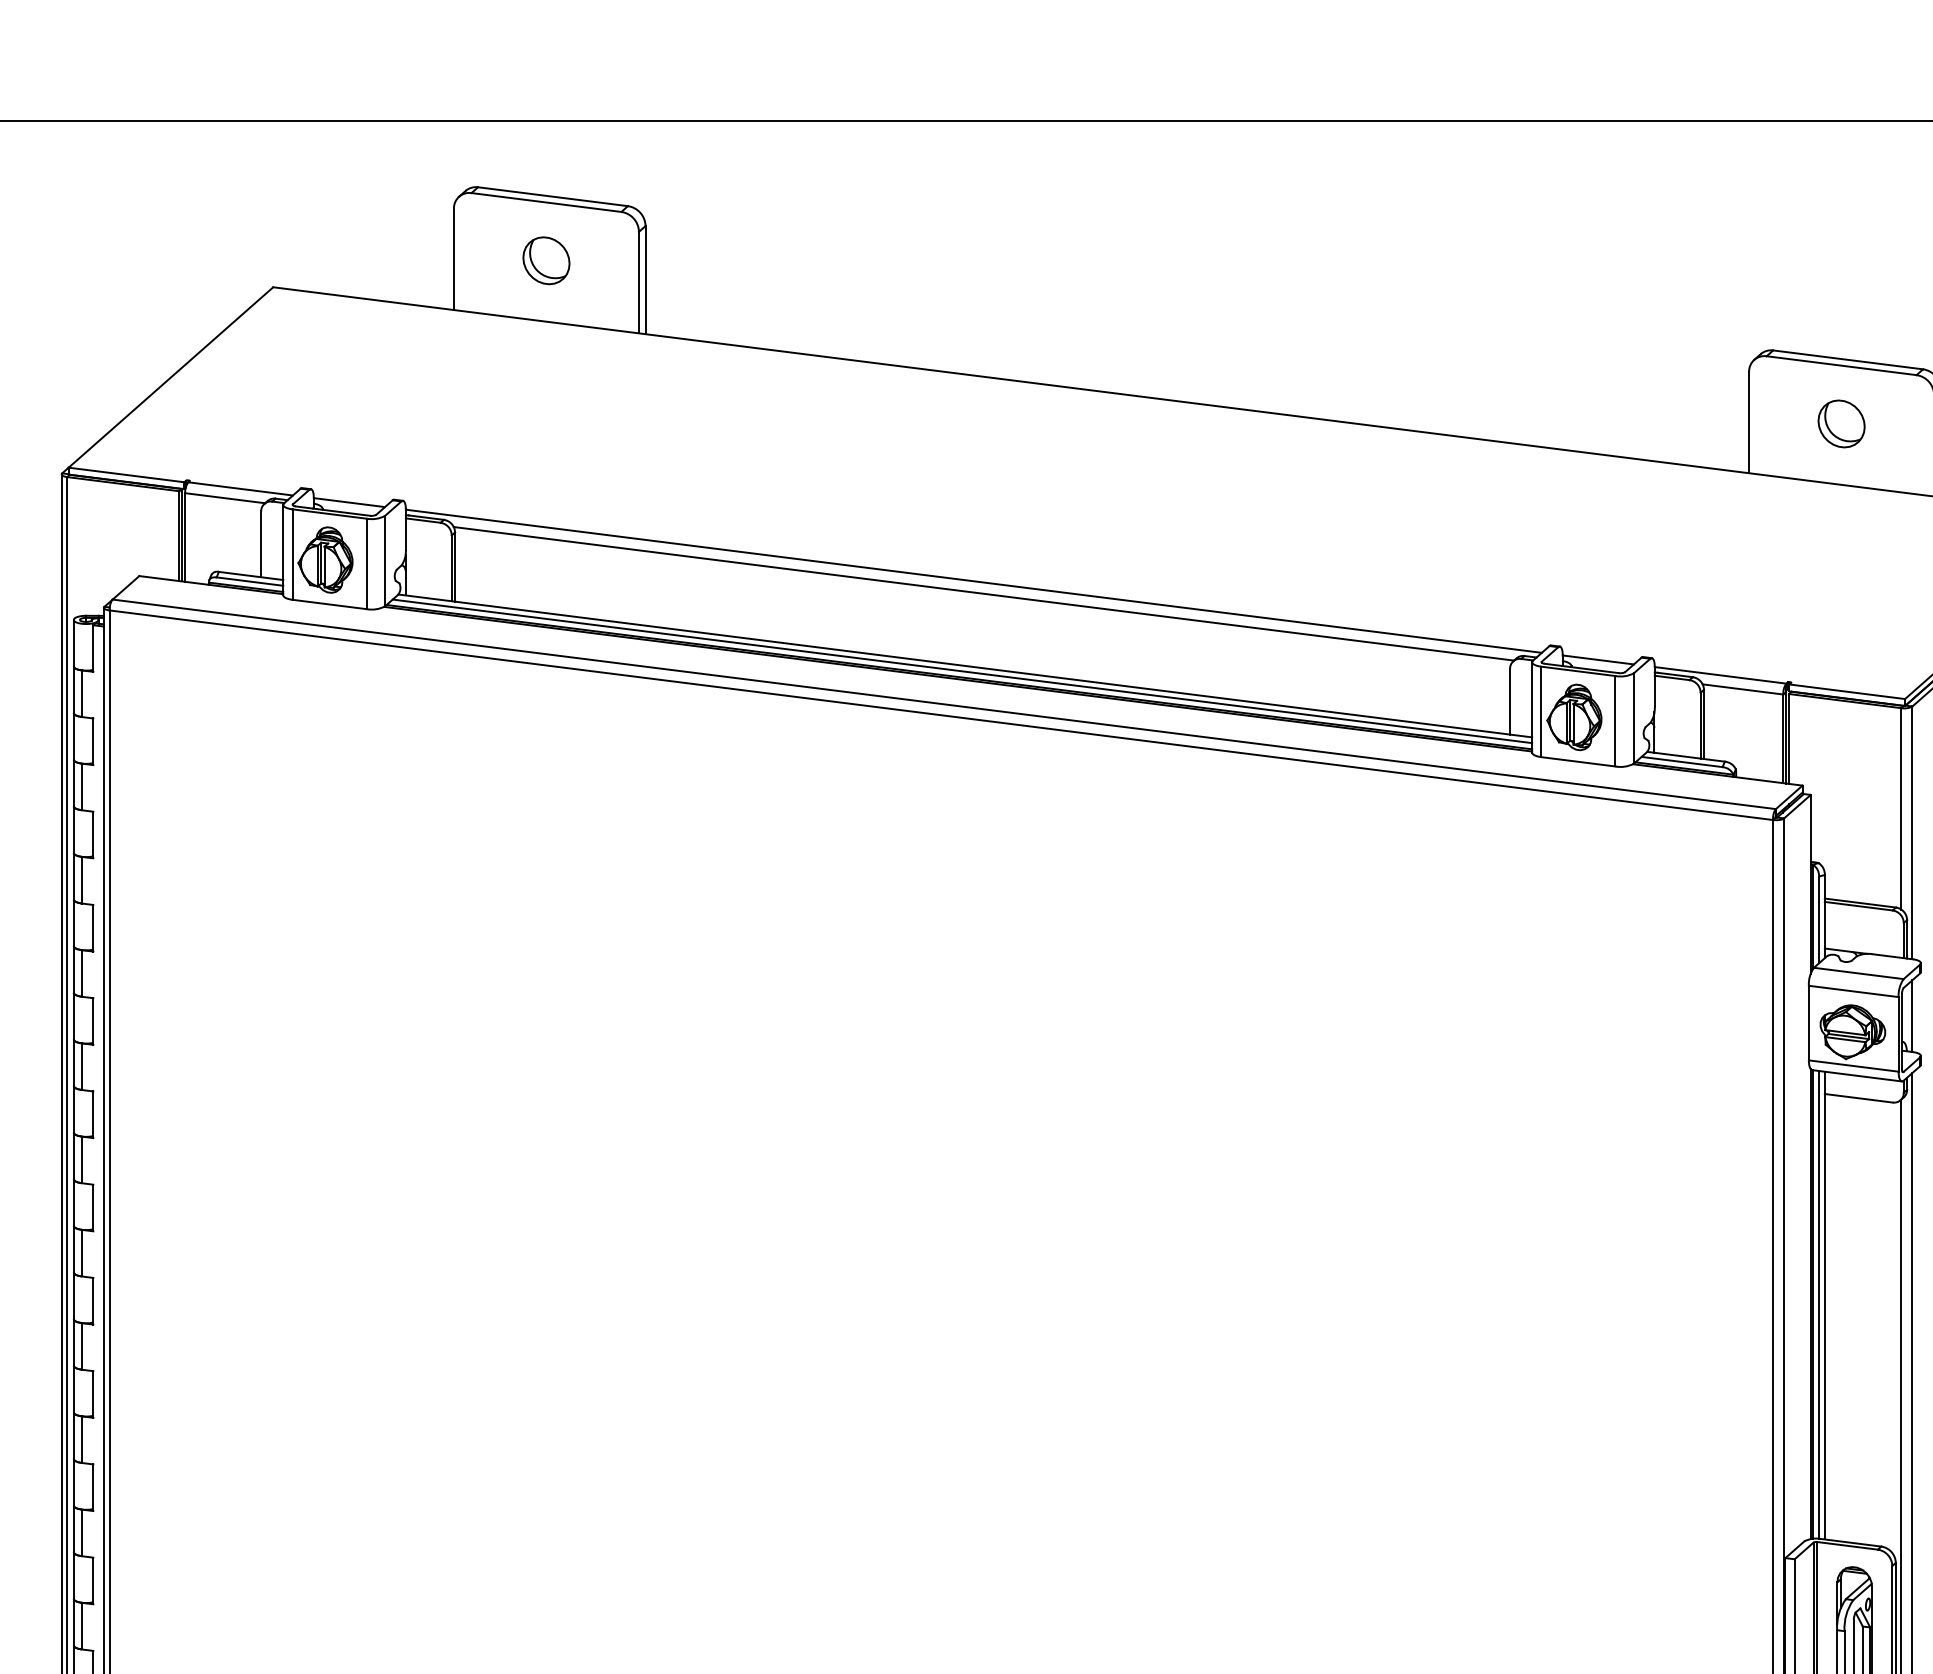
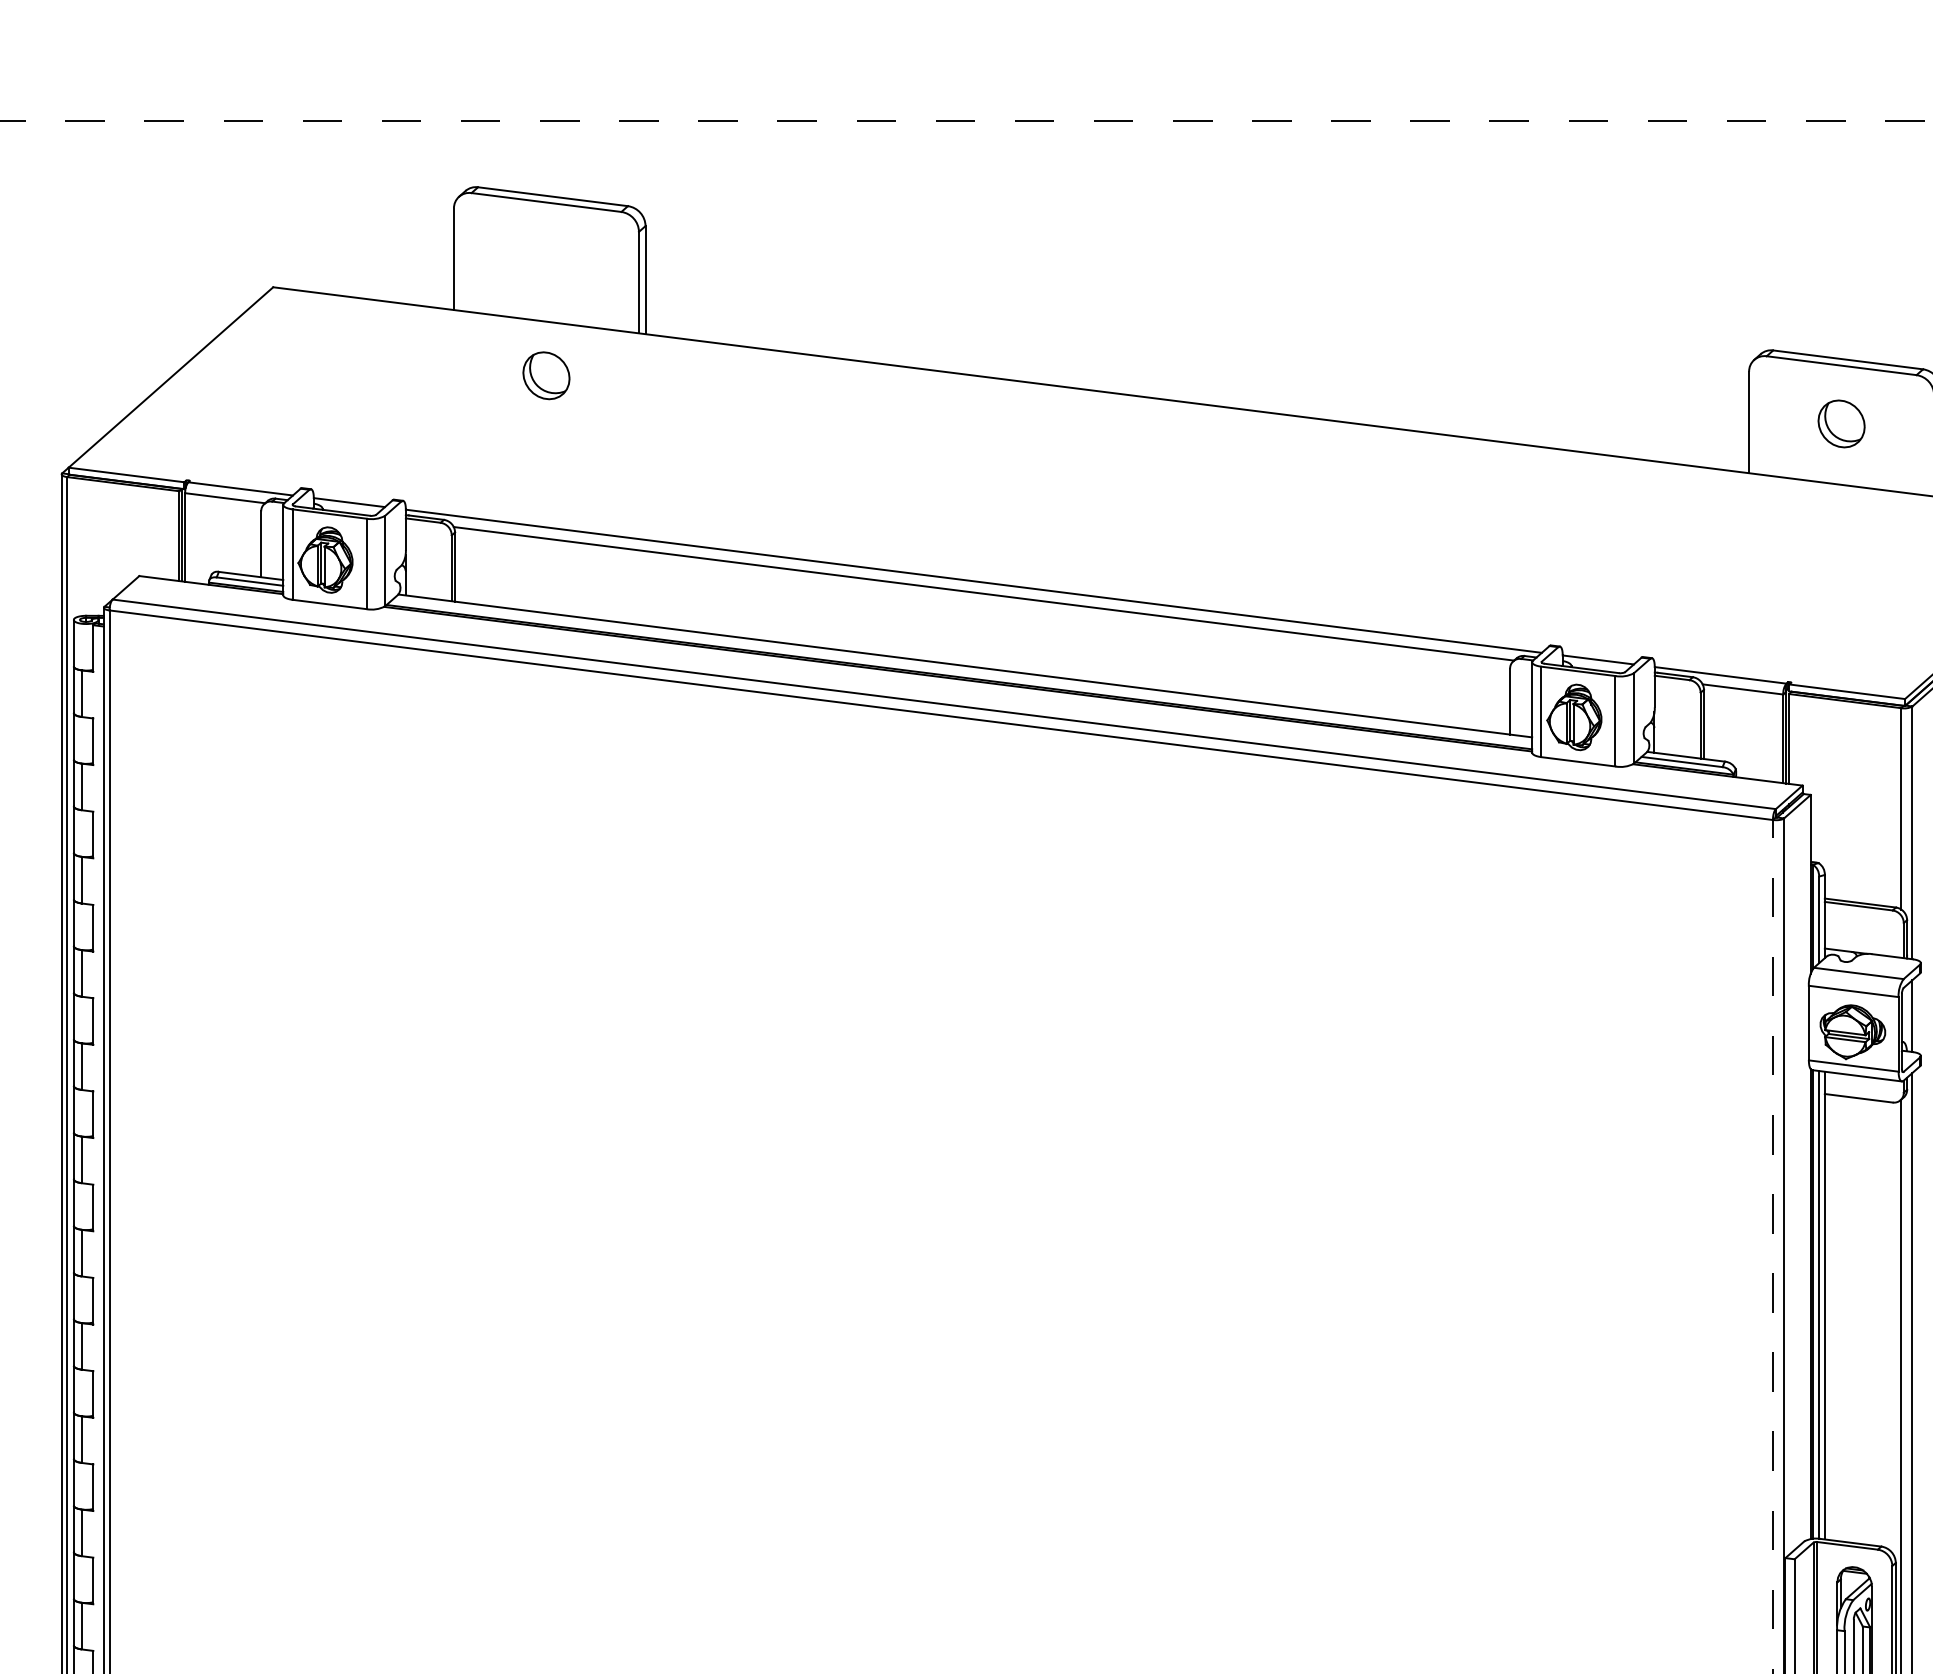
line at (966, 121): solid -> dashed
part at (546, 260) position: (546, 260) -> (546, 375)
line at (962, 671): present -> none
line at (1772, 1246): solid -> dashed
